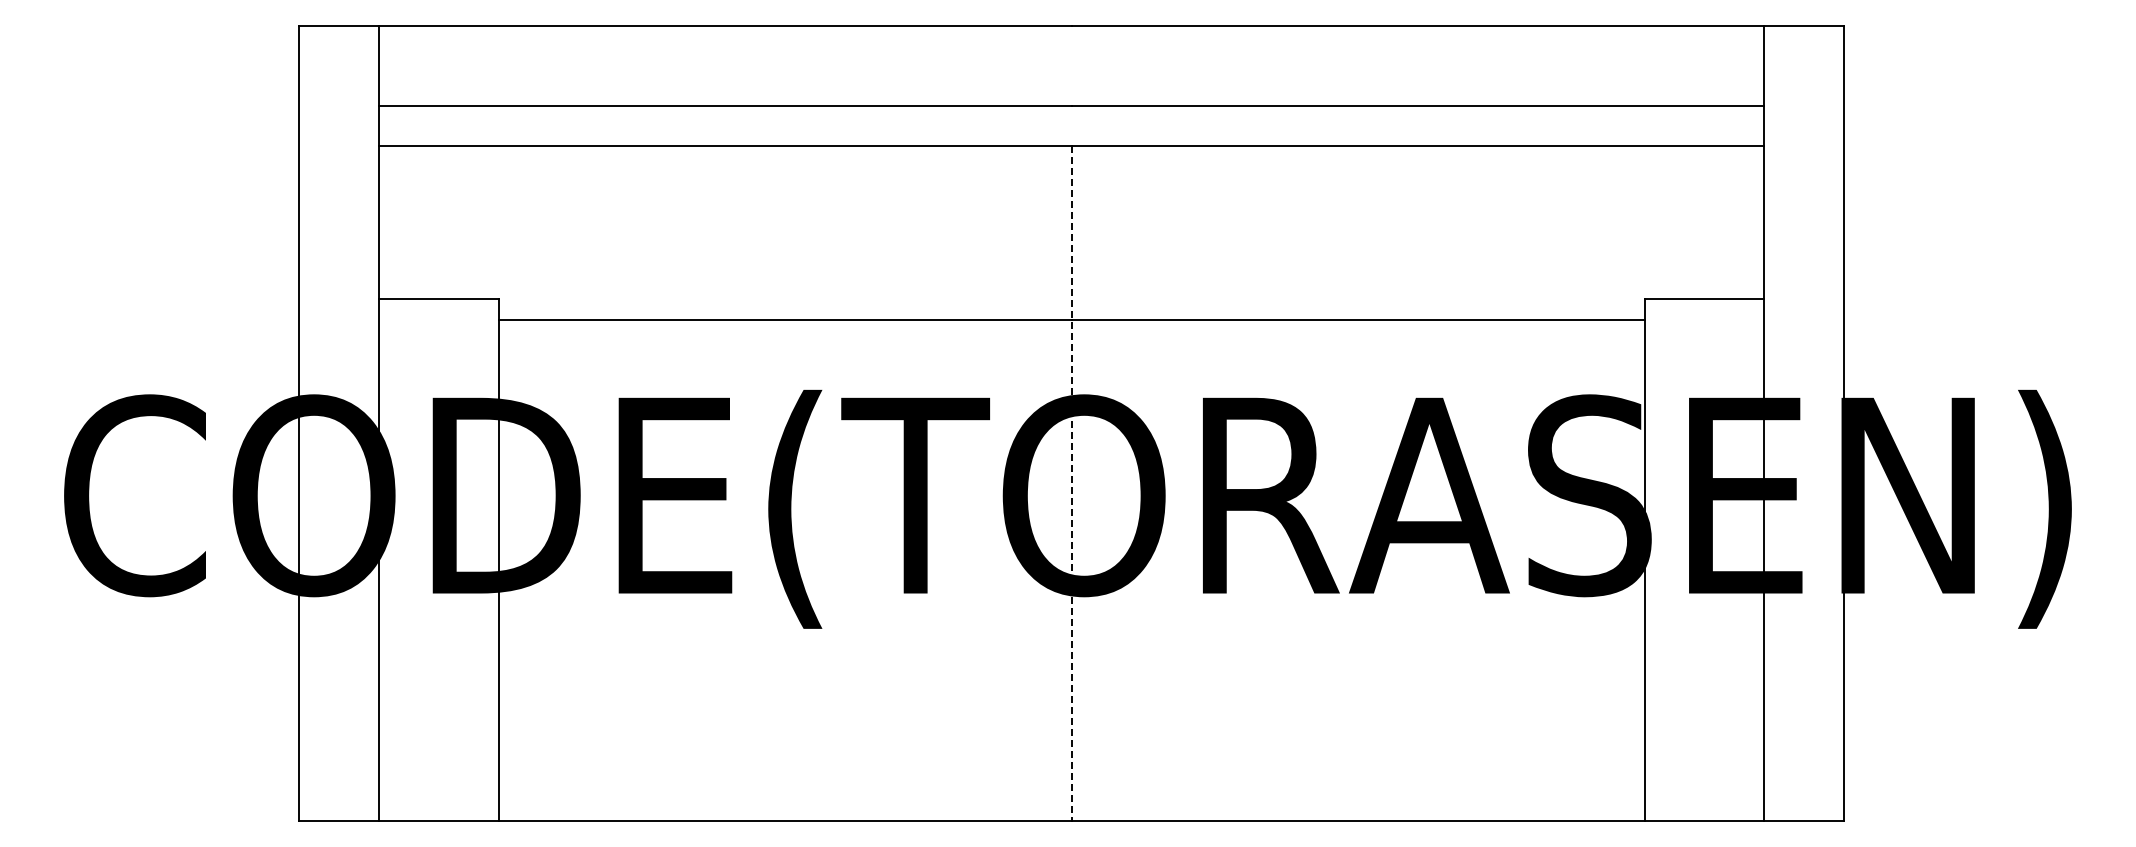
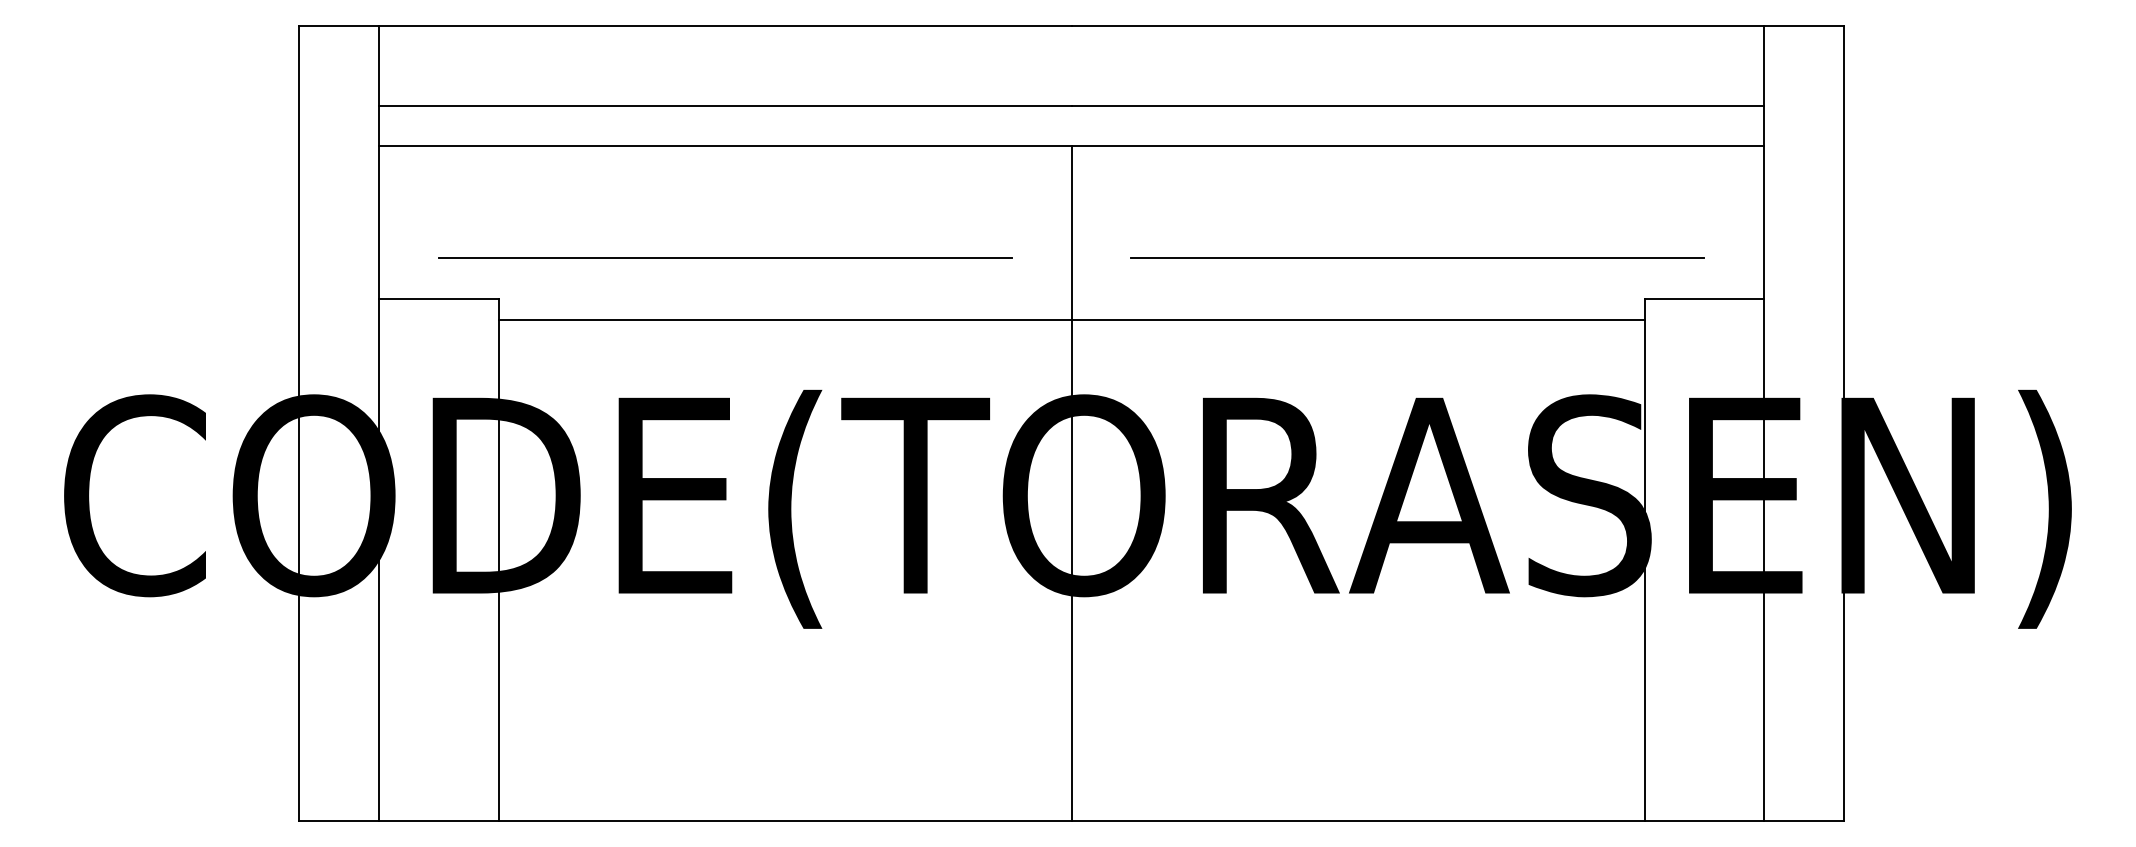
line at (1417, 257): none -> present
line at (725, 258): none -> present
line at (1071, 483): dashed -> solid
